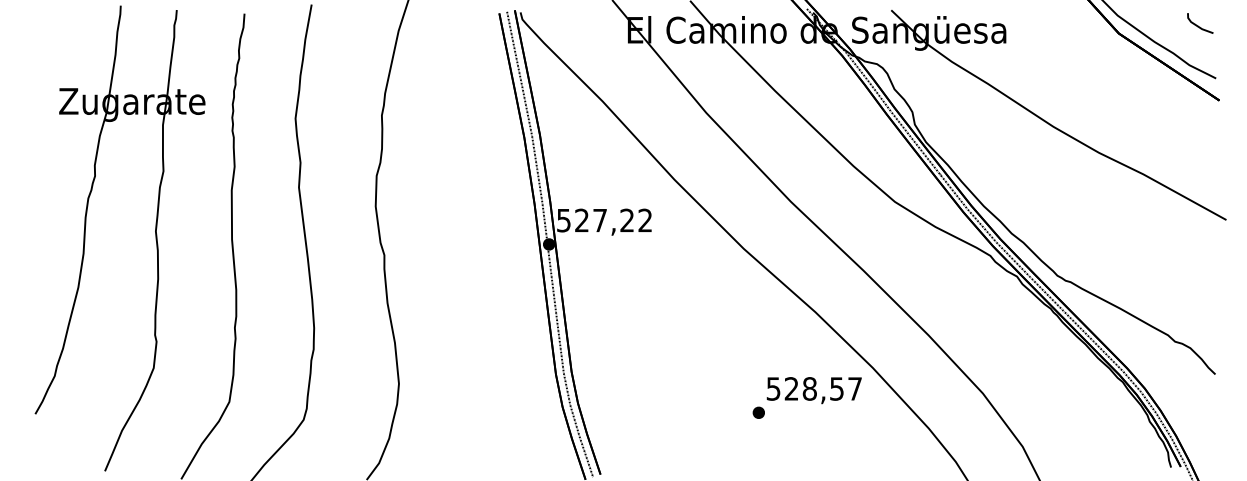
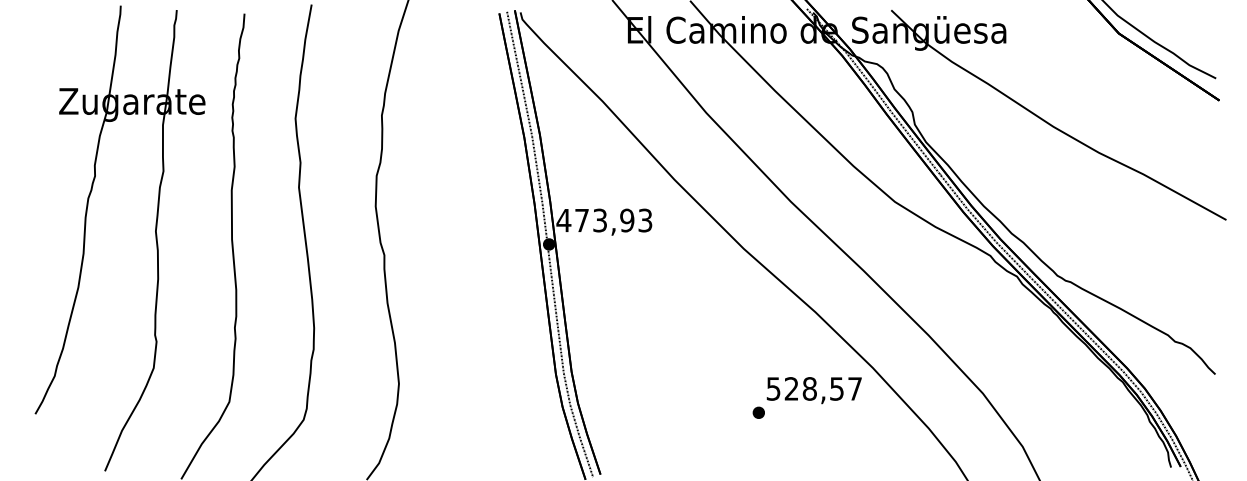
part at (1200, 23): present -> none
text at (604, 220): 527,22 -> 473,93
